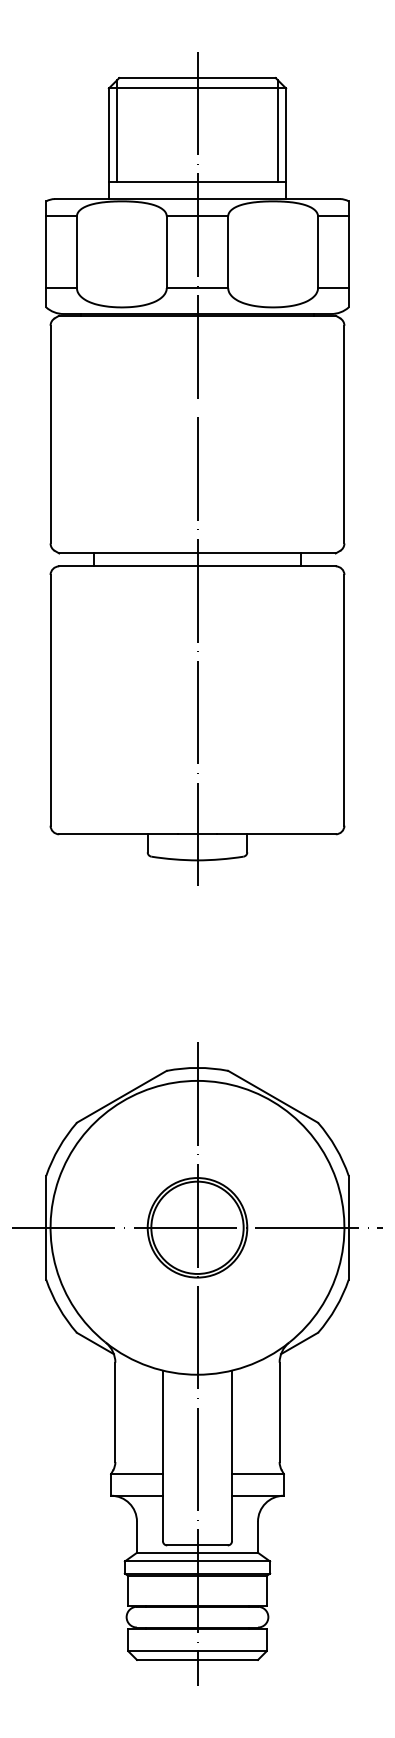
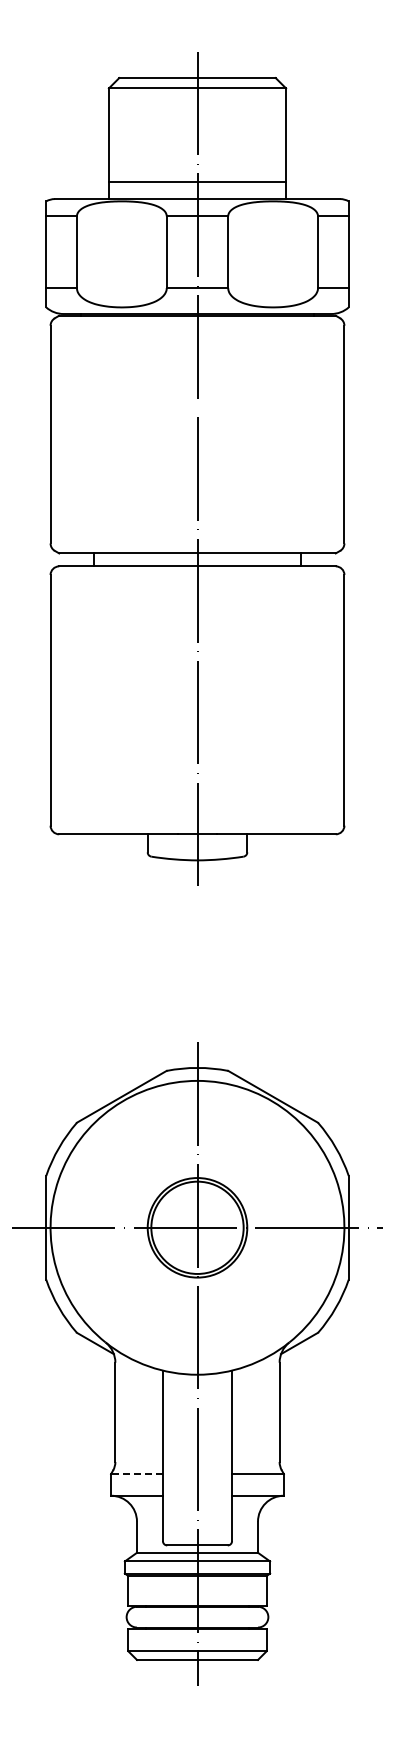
line at (116, 130): present -> none
line at (277, 130): present -> none
line at (137, 1474): solid -> dashed
